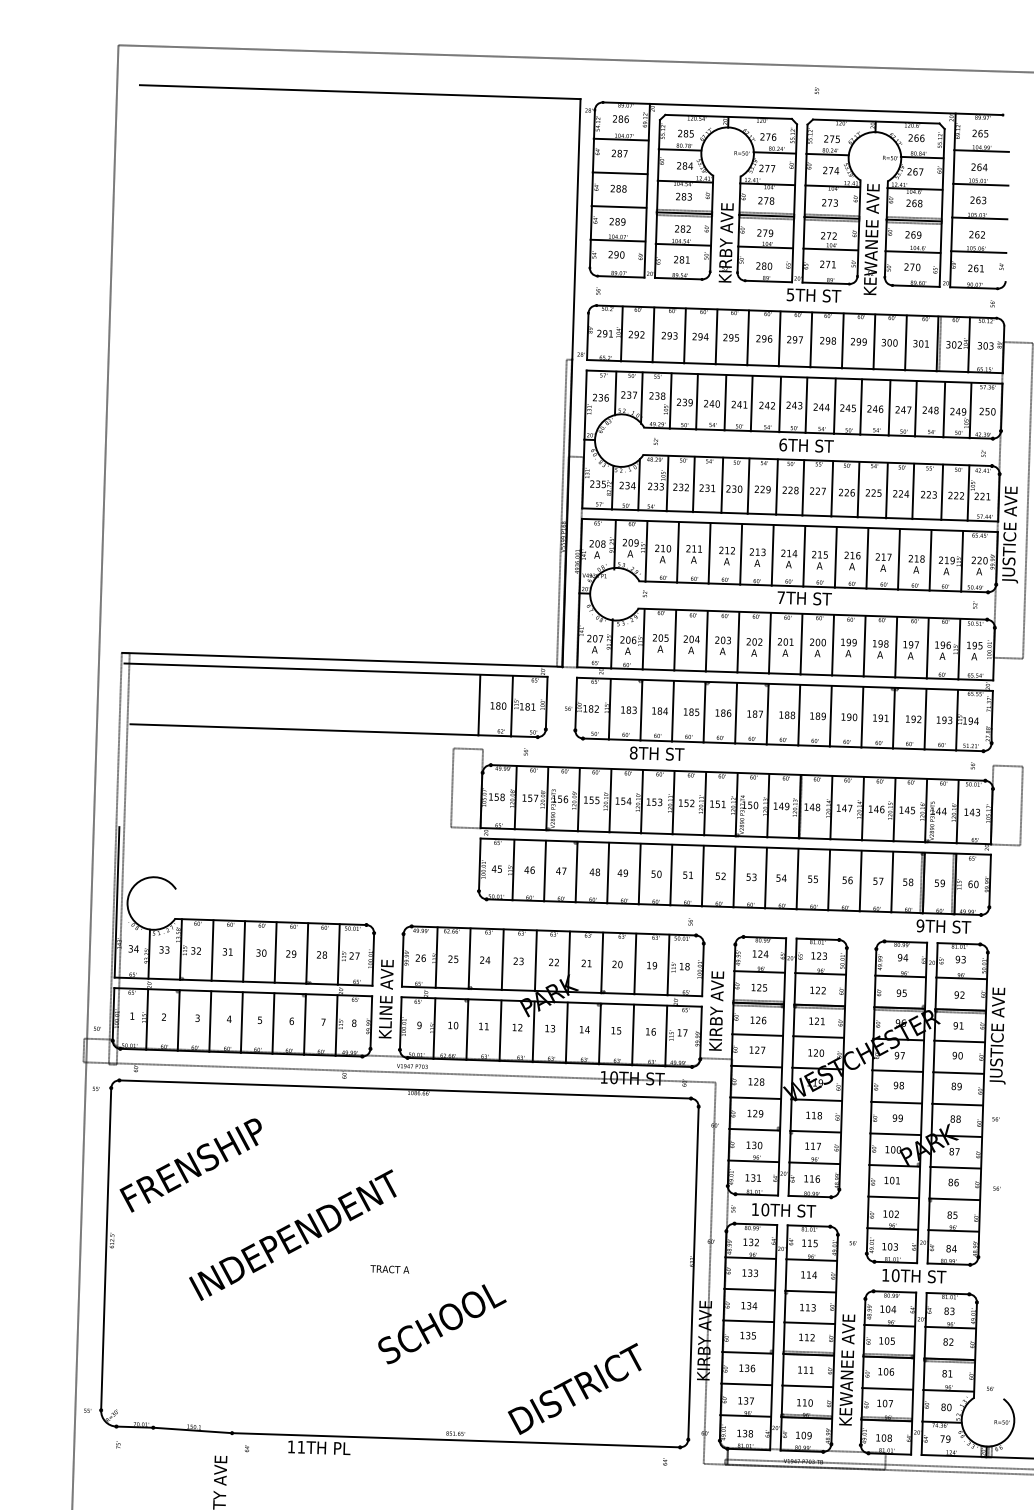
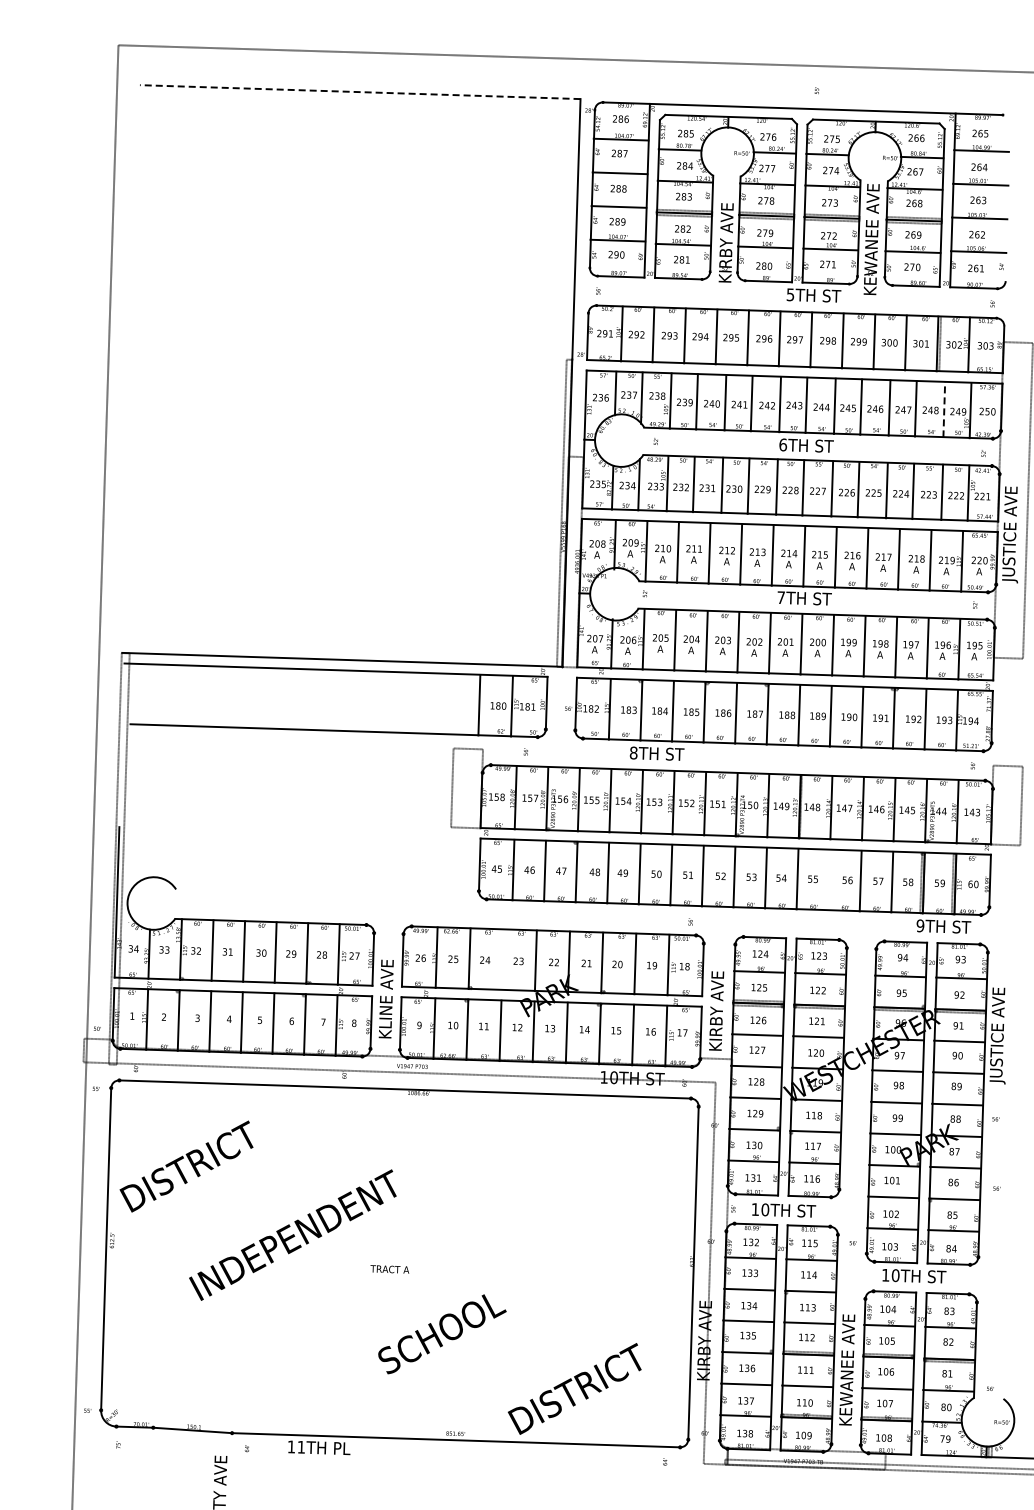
line at (359, 92): solid -> dashed
line at (944, 409): solid -> dashed
line at (829, 879): present -> none
line at (502, 959): present -> none
text at (194, 1164): FRENSHIP -> DISTRICT
text at (442, 1324) position: (442, 1324) -> (442, 1334)
